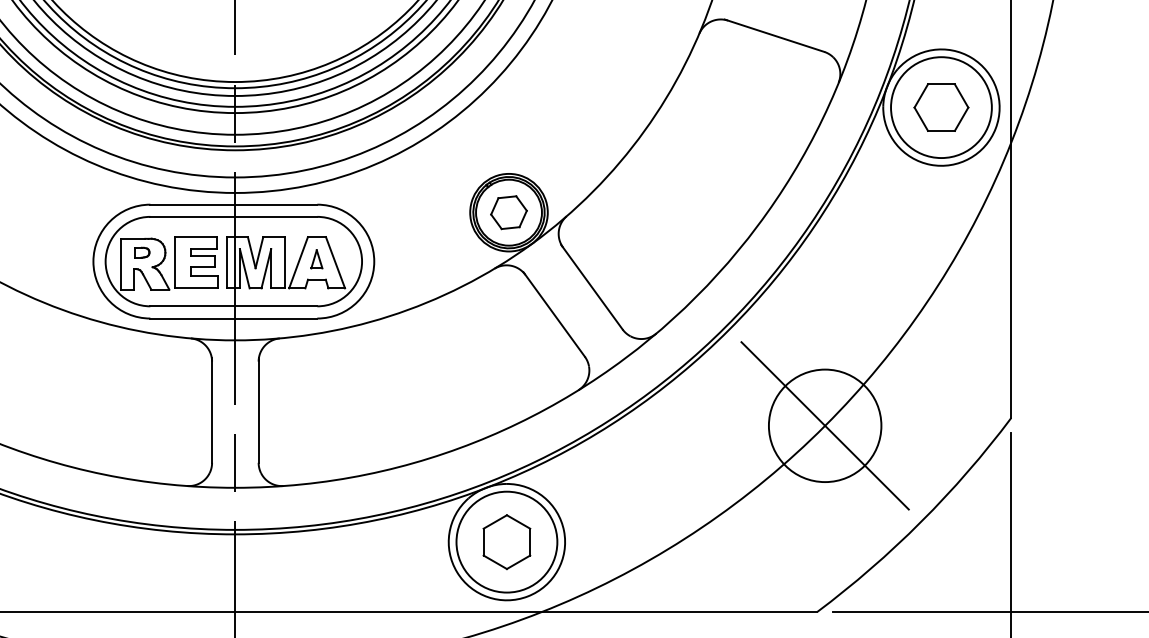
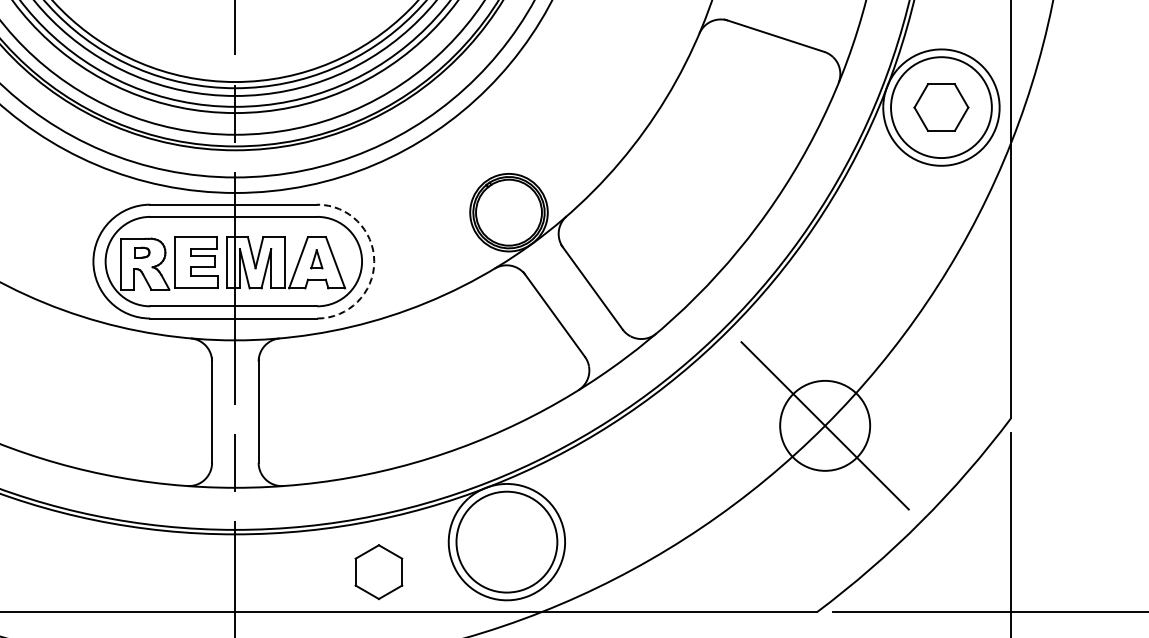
part at (508, 212): present -> none
arc at (374, 261): solid -> dashed
circle at (824, 425) diameter: 113 px -> 90 px
part at (506, 542) position: (506, 542) -> (378, 572)
